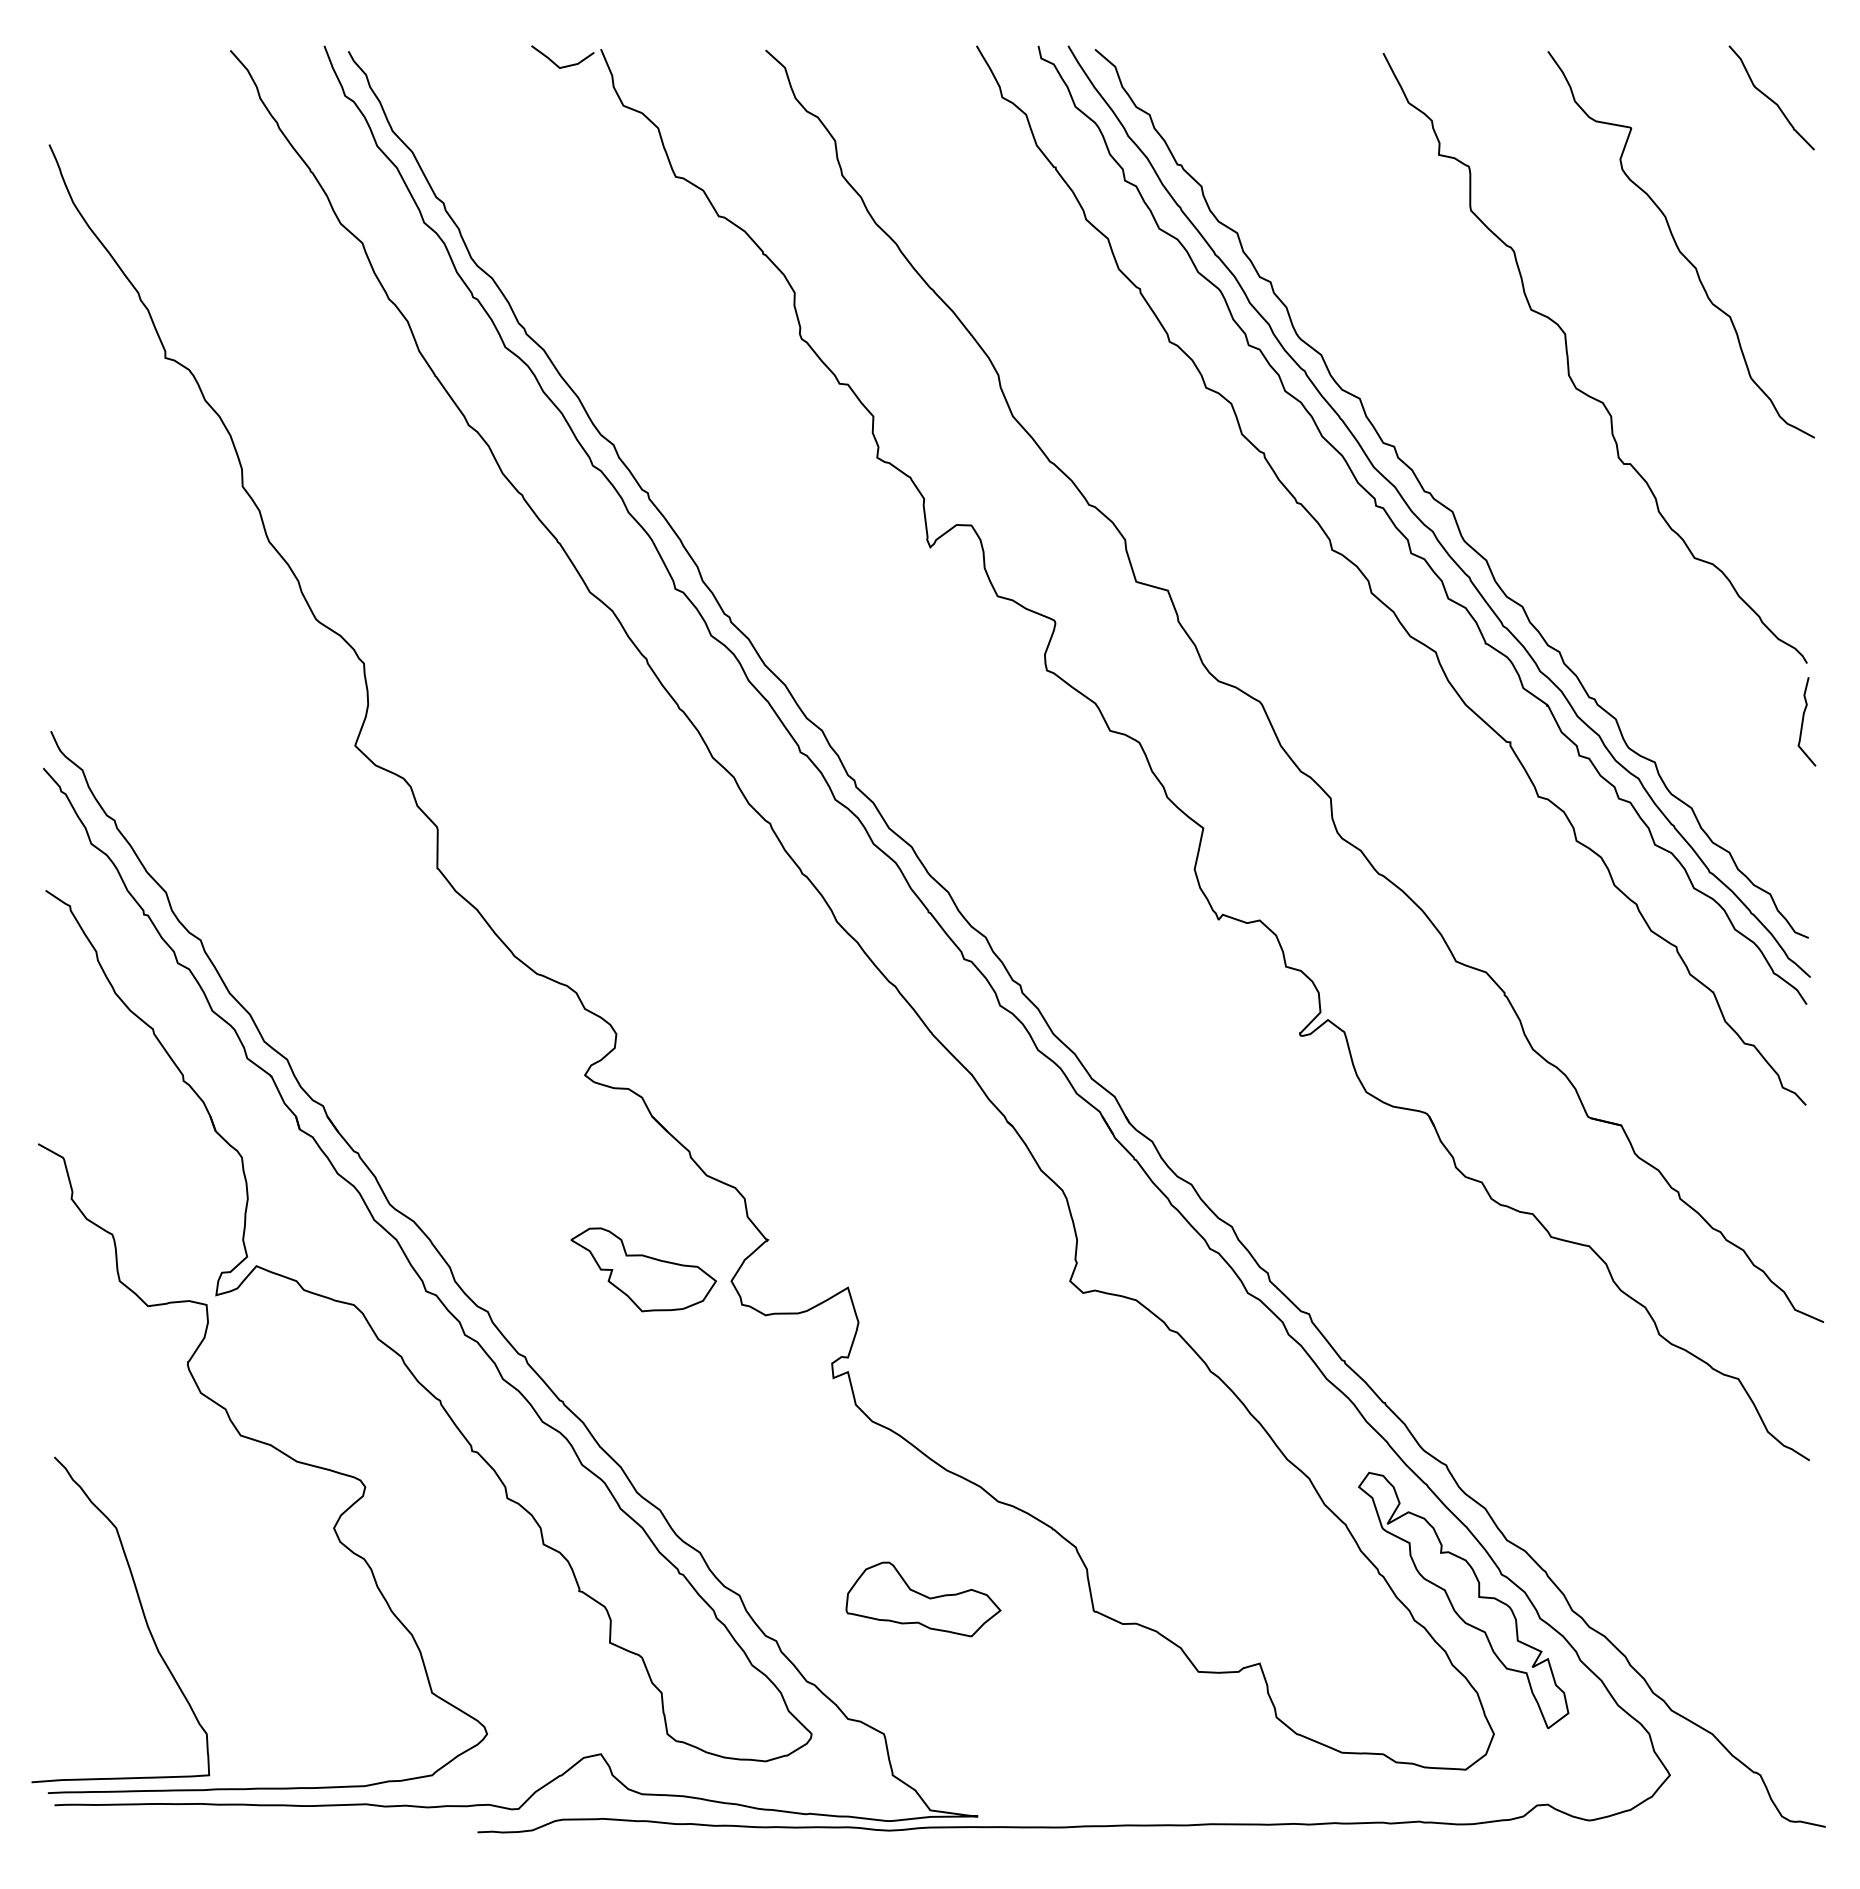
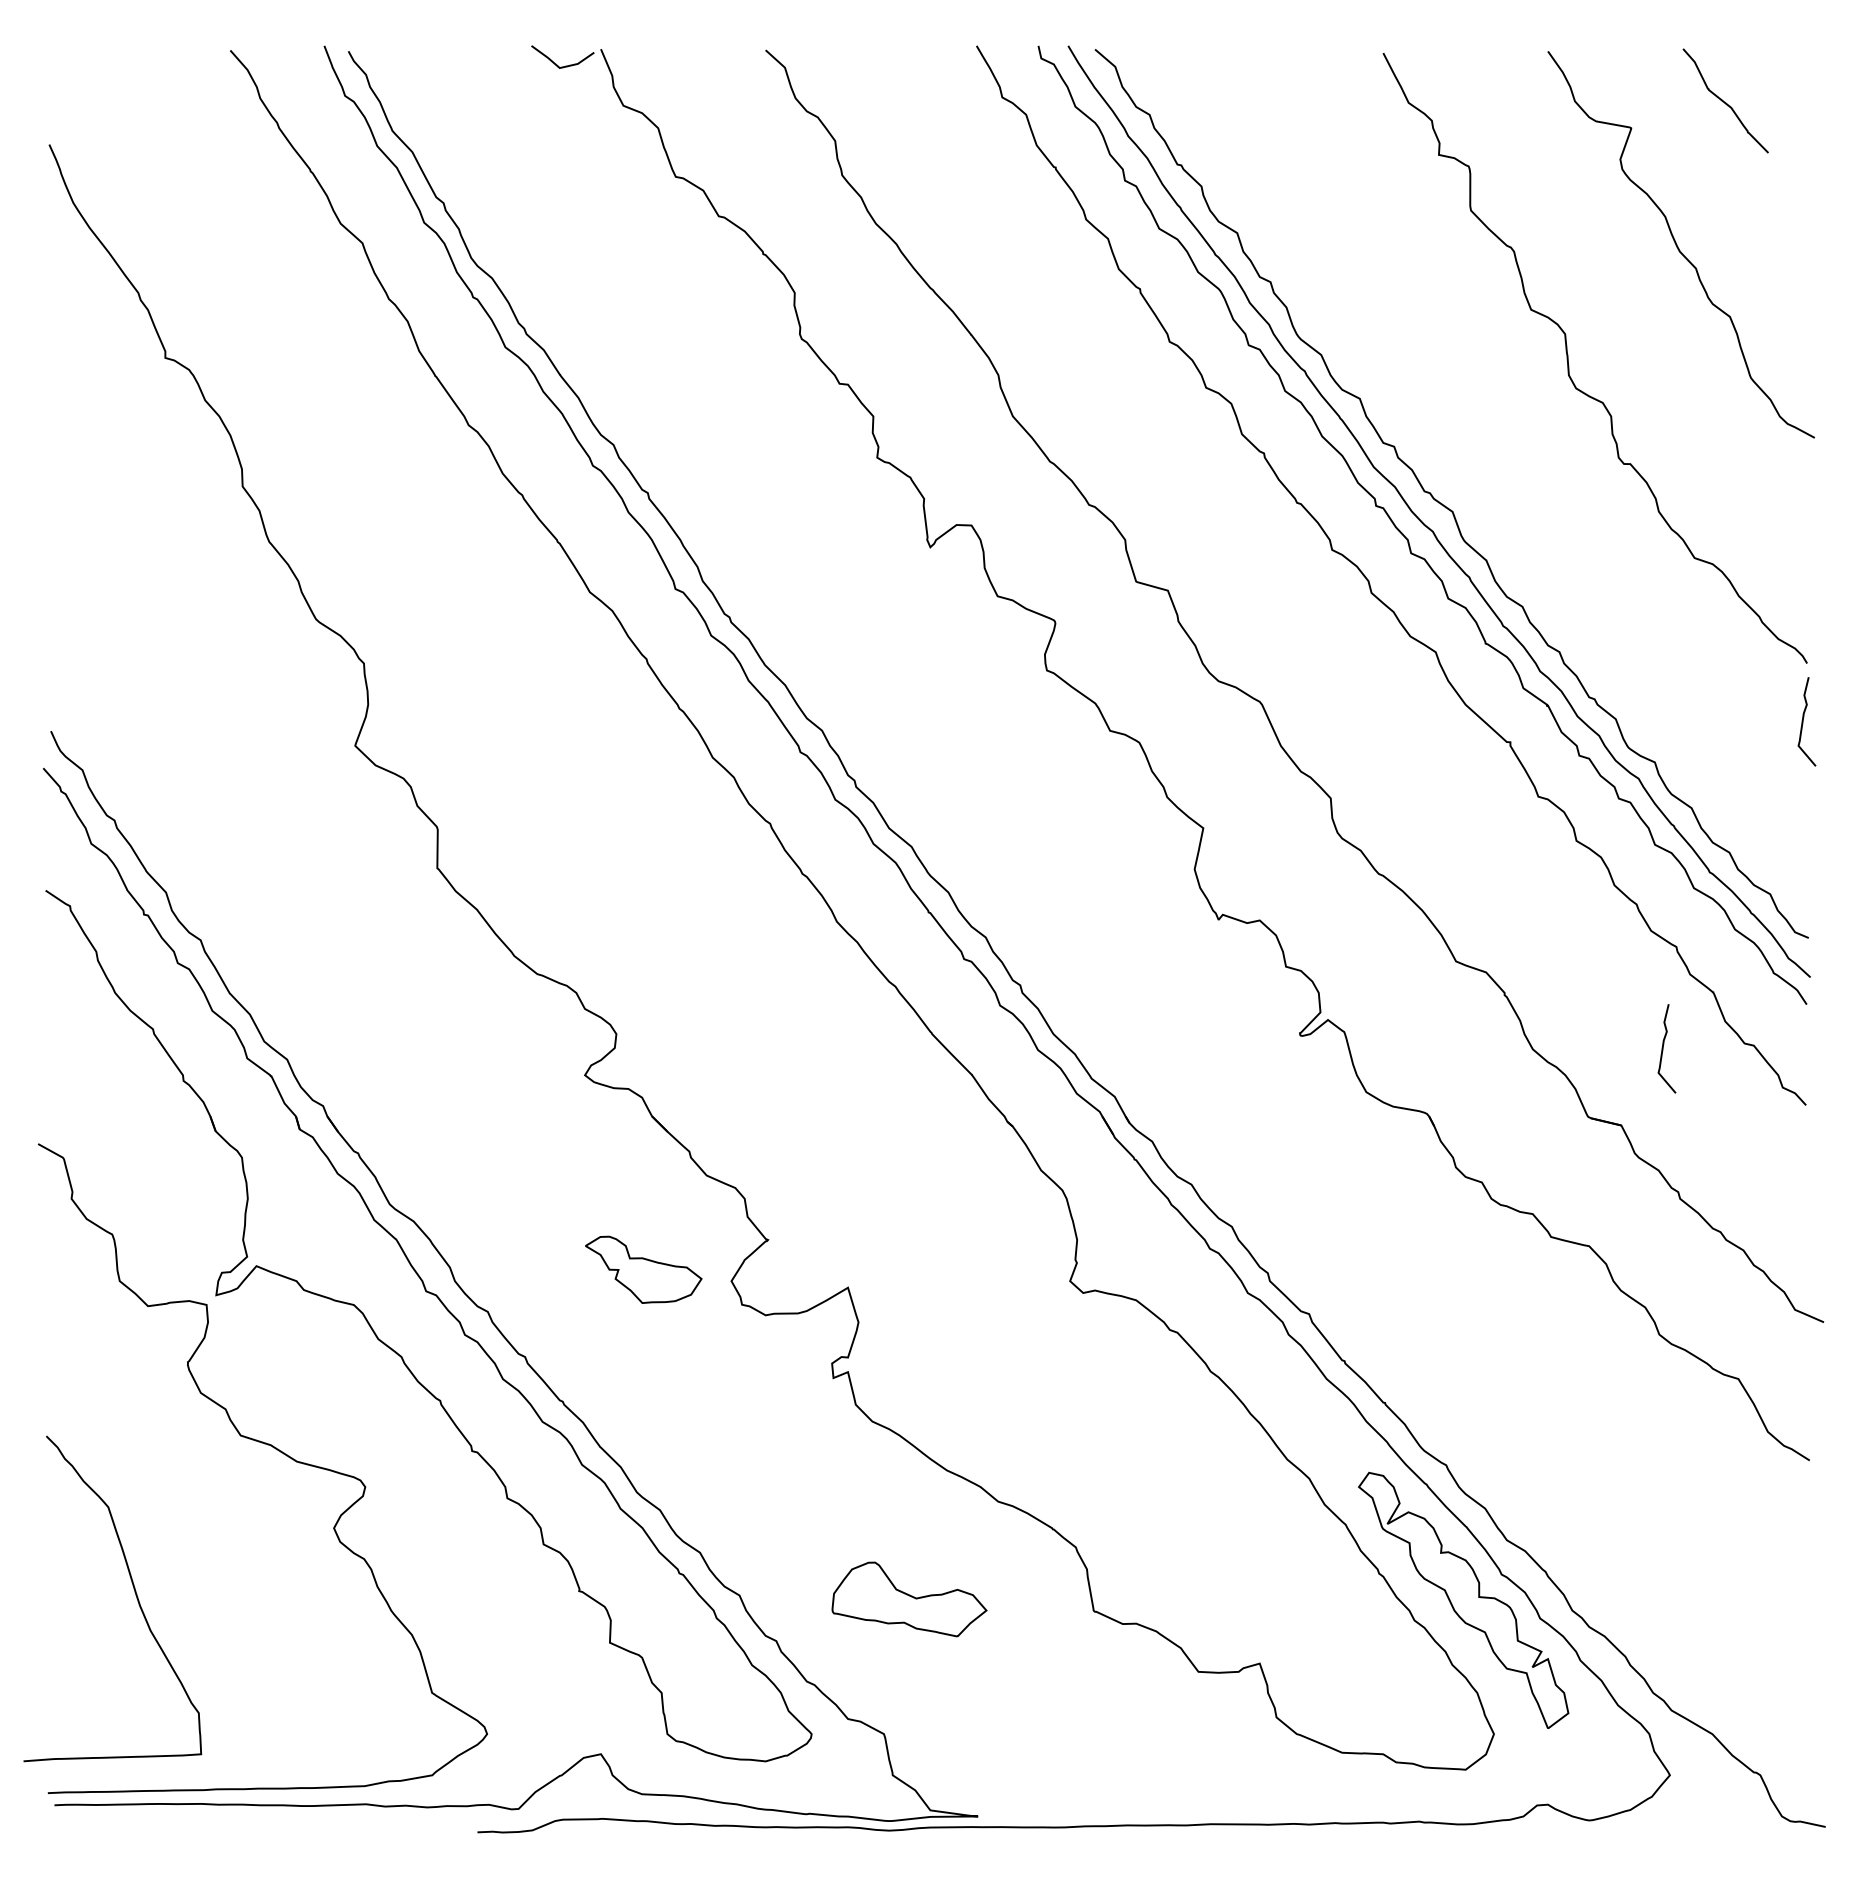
curve at (1770, 98) position: (1770, 98) -> (1724, 101)
curve at (1663, 1048): none -> present
part at (643, 1269) size: 147x86 px -> 118x69 px
part at (923, 1599) position: (923, 1599) -> (909, 1599)
curve at (142, 1613) position: (142, 1613) -> (134, 1592)
